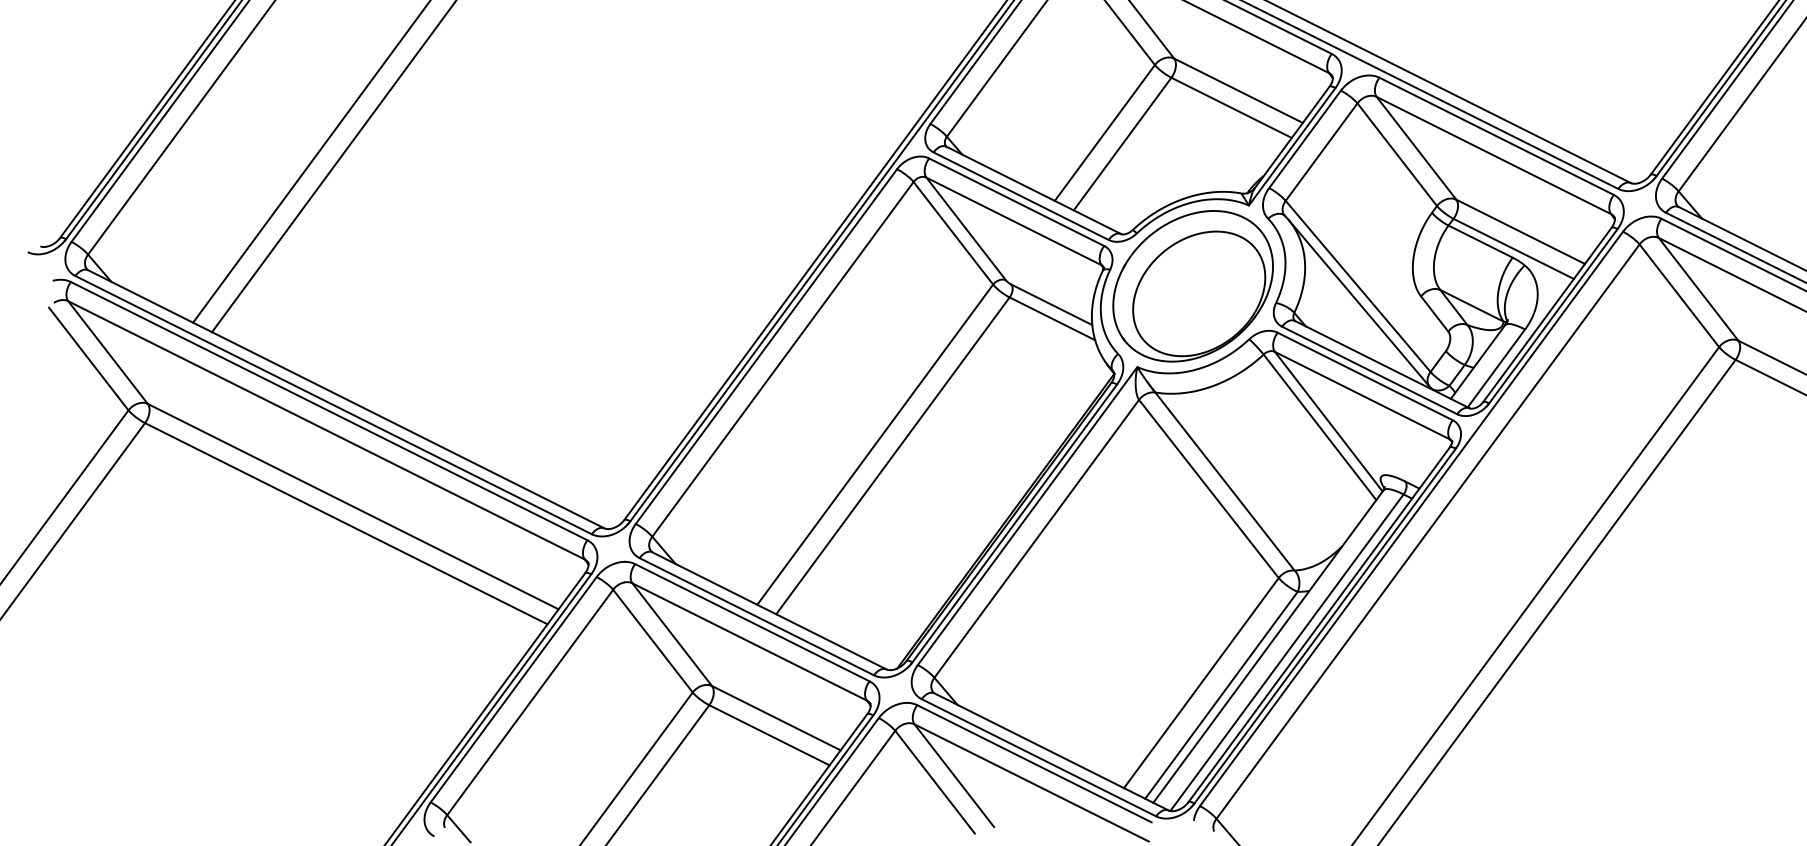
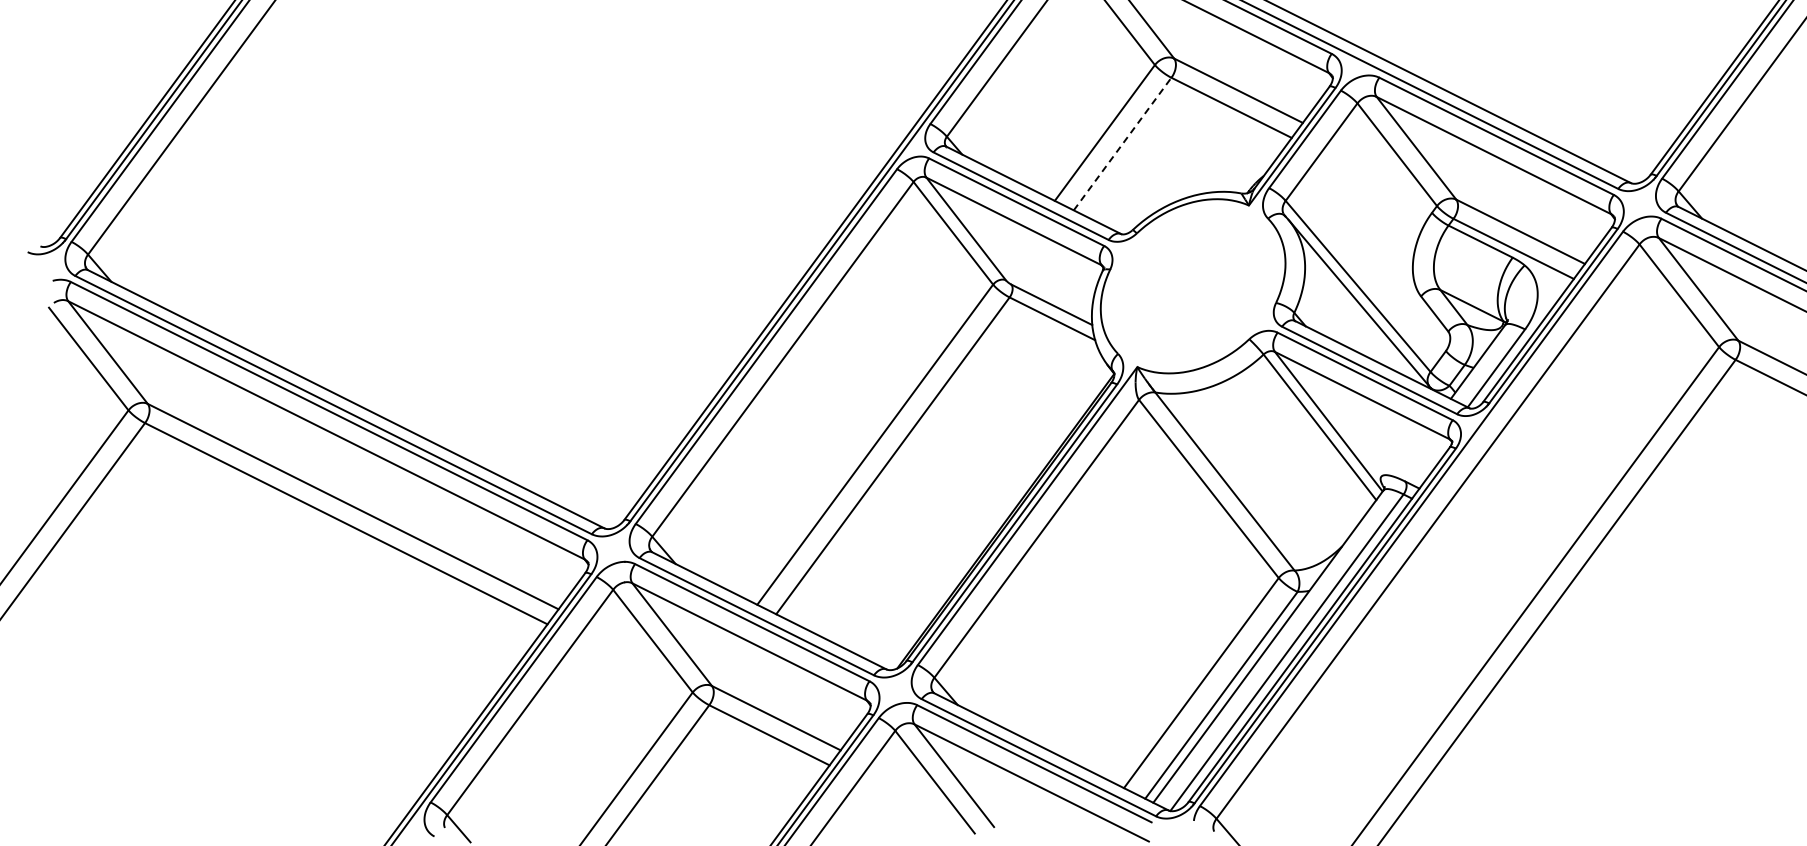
line at (1122, 143): solid -> dashed
line at (311, 162): present -> none
line at (333, 167): present -> none
part at (1192, 286): present -> none
